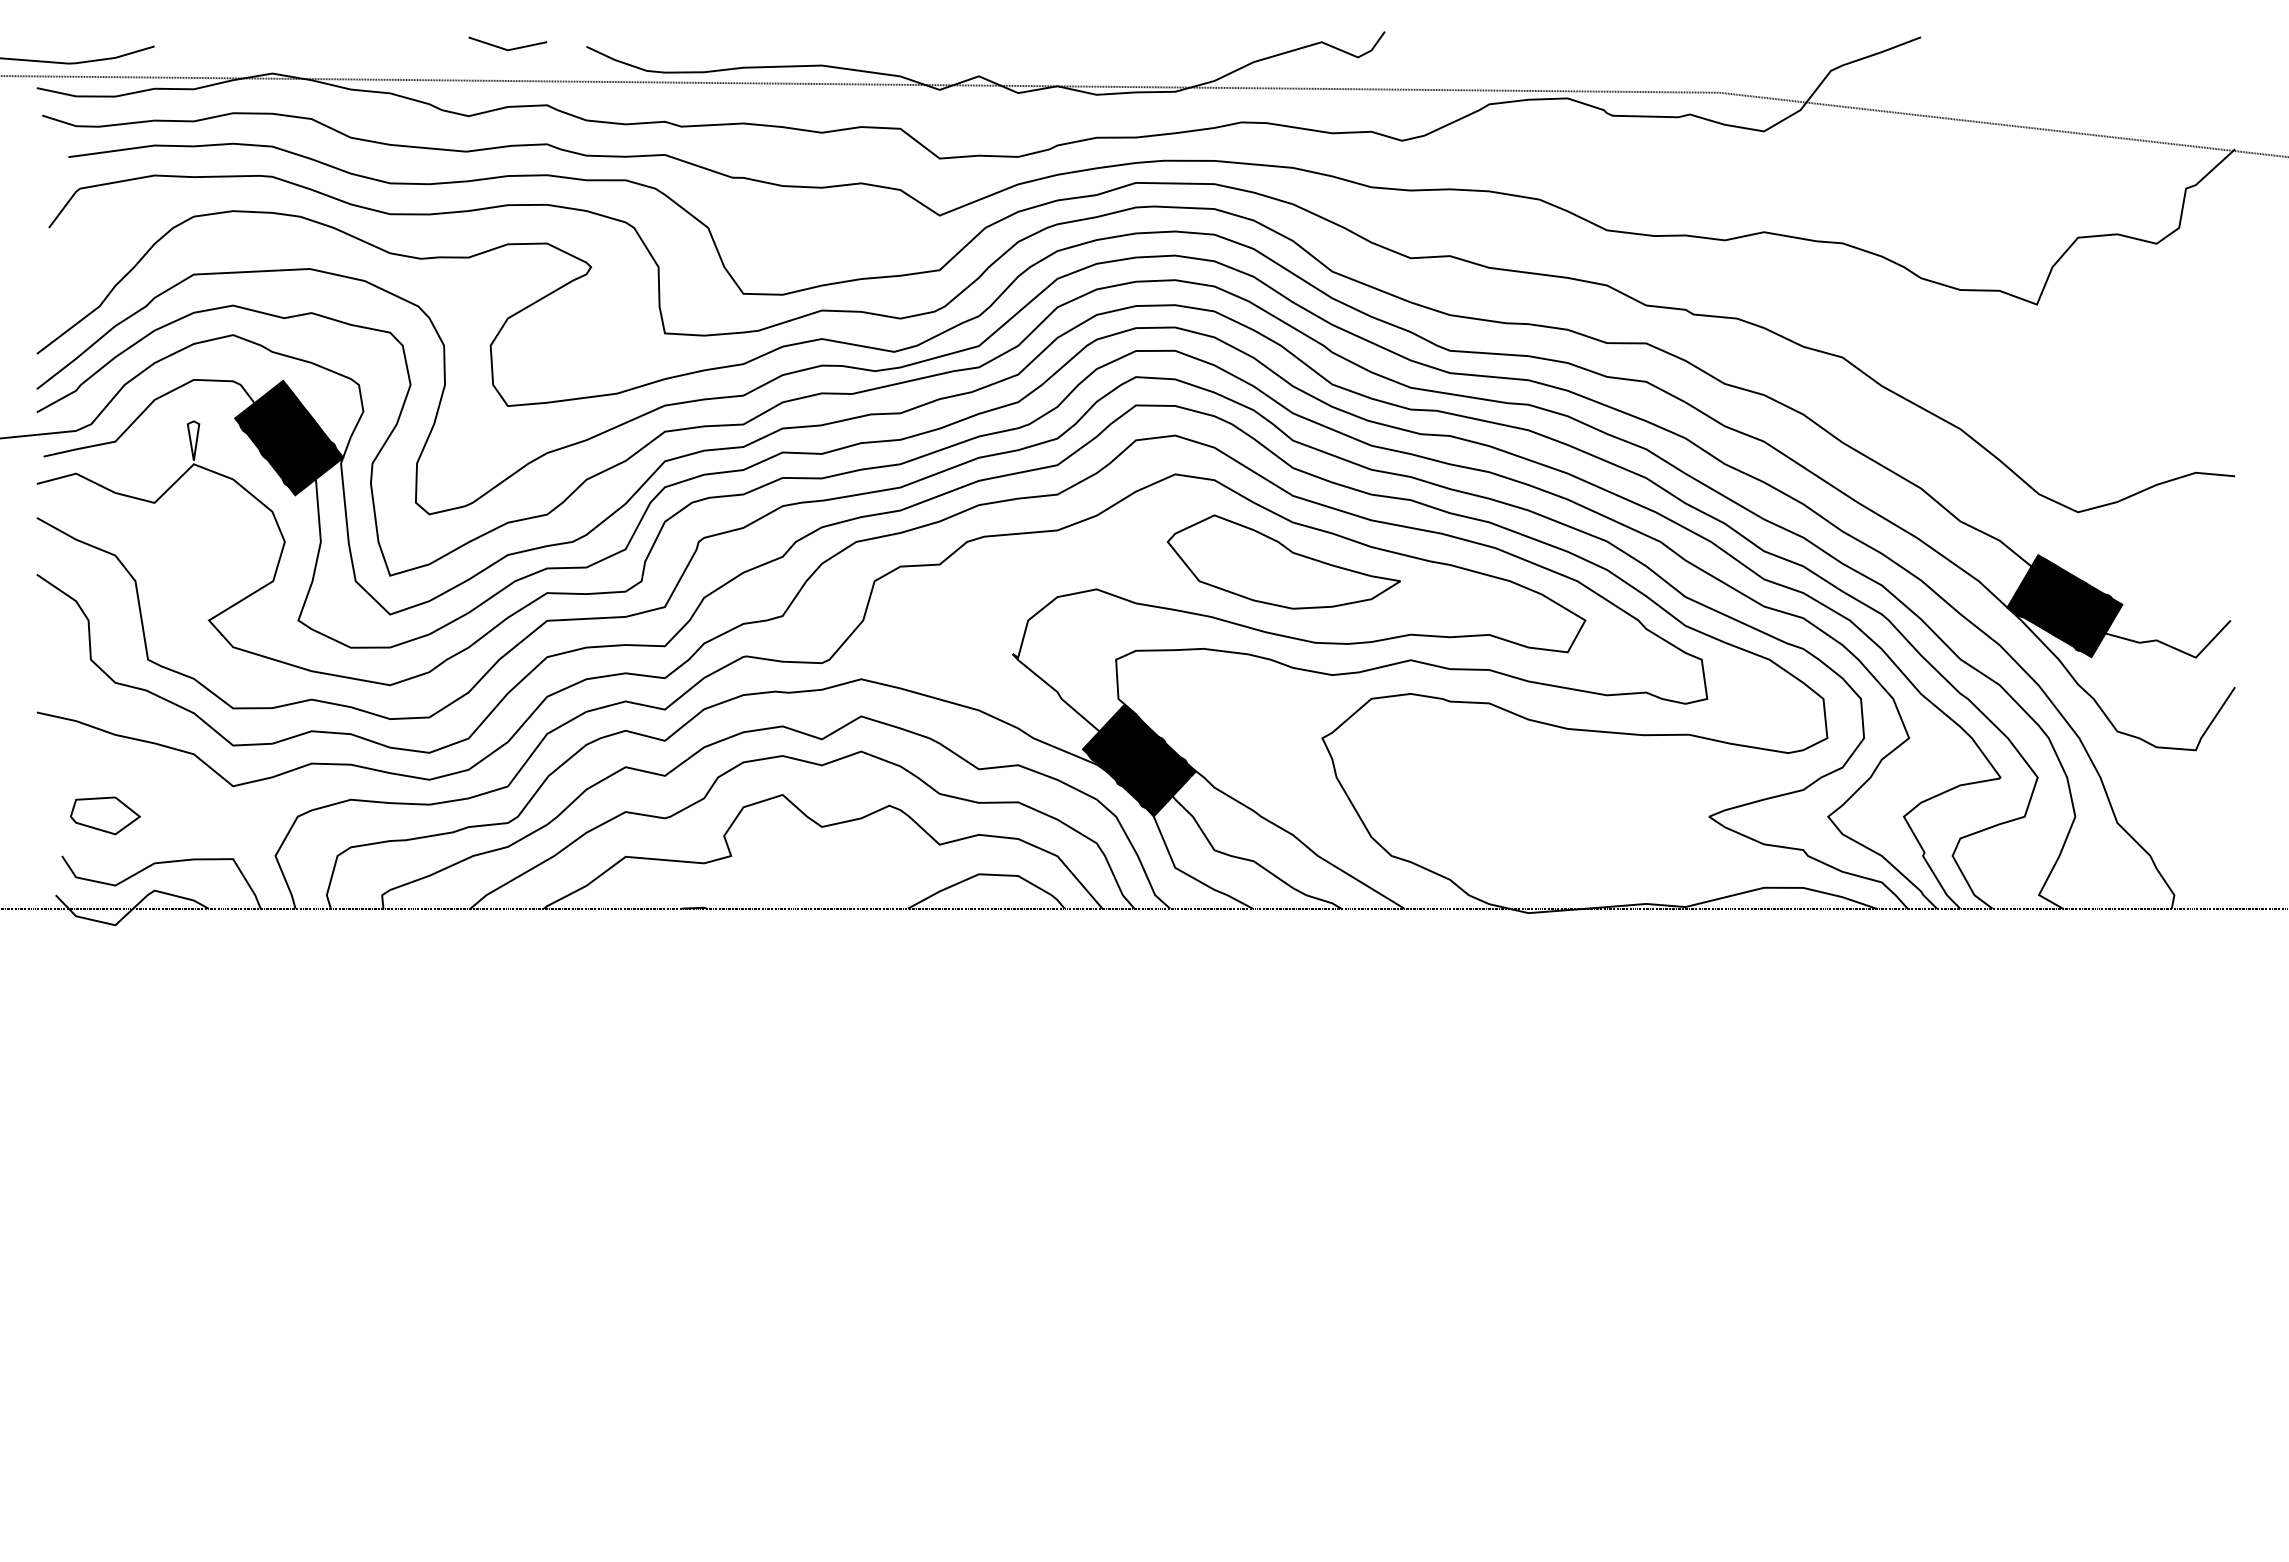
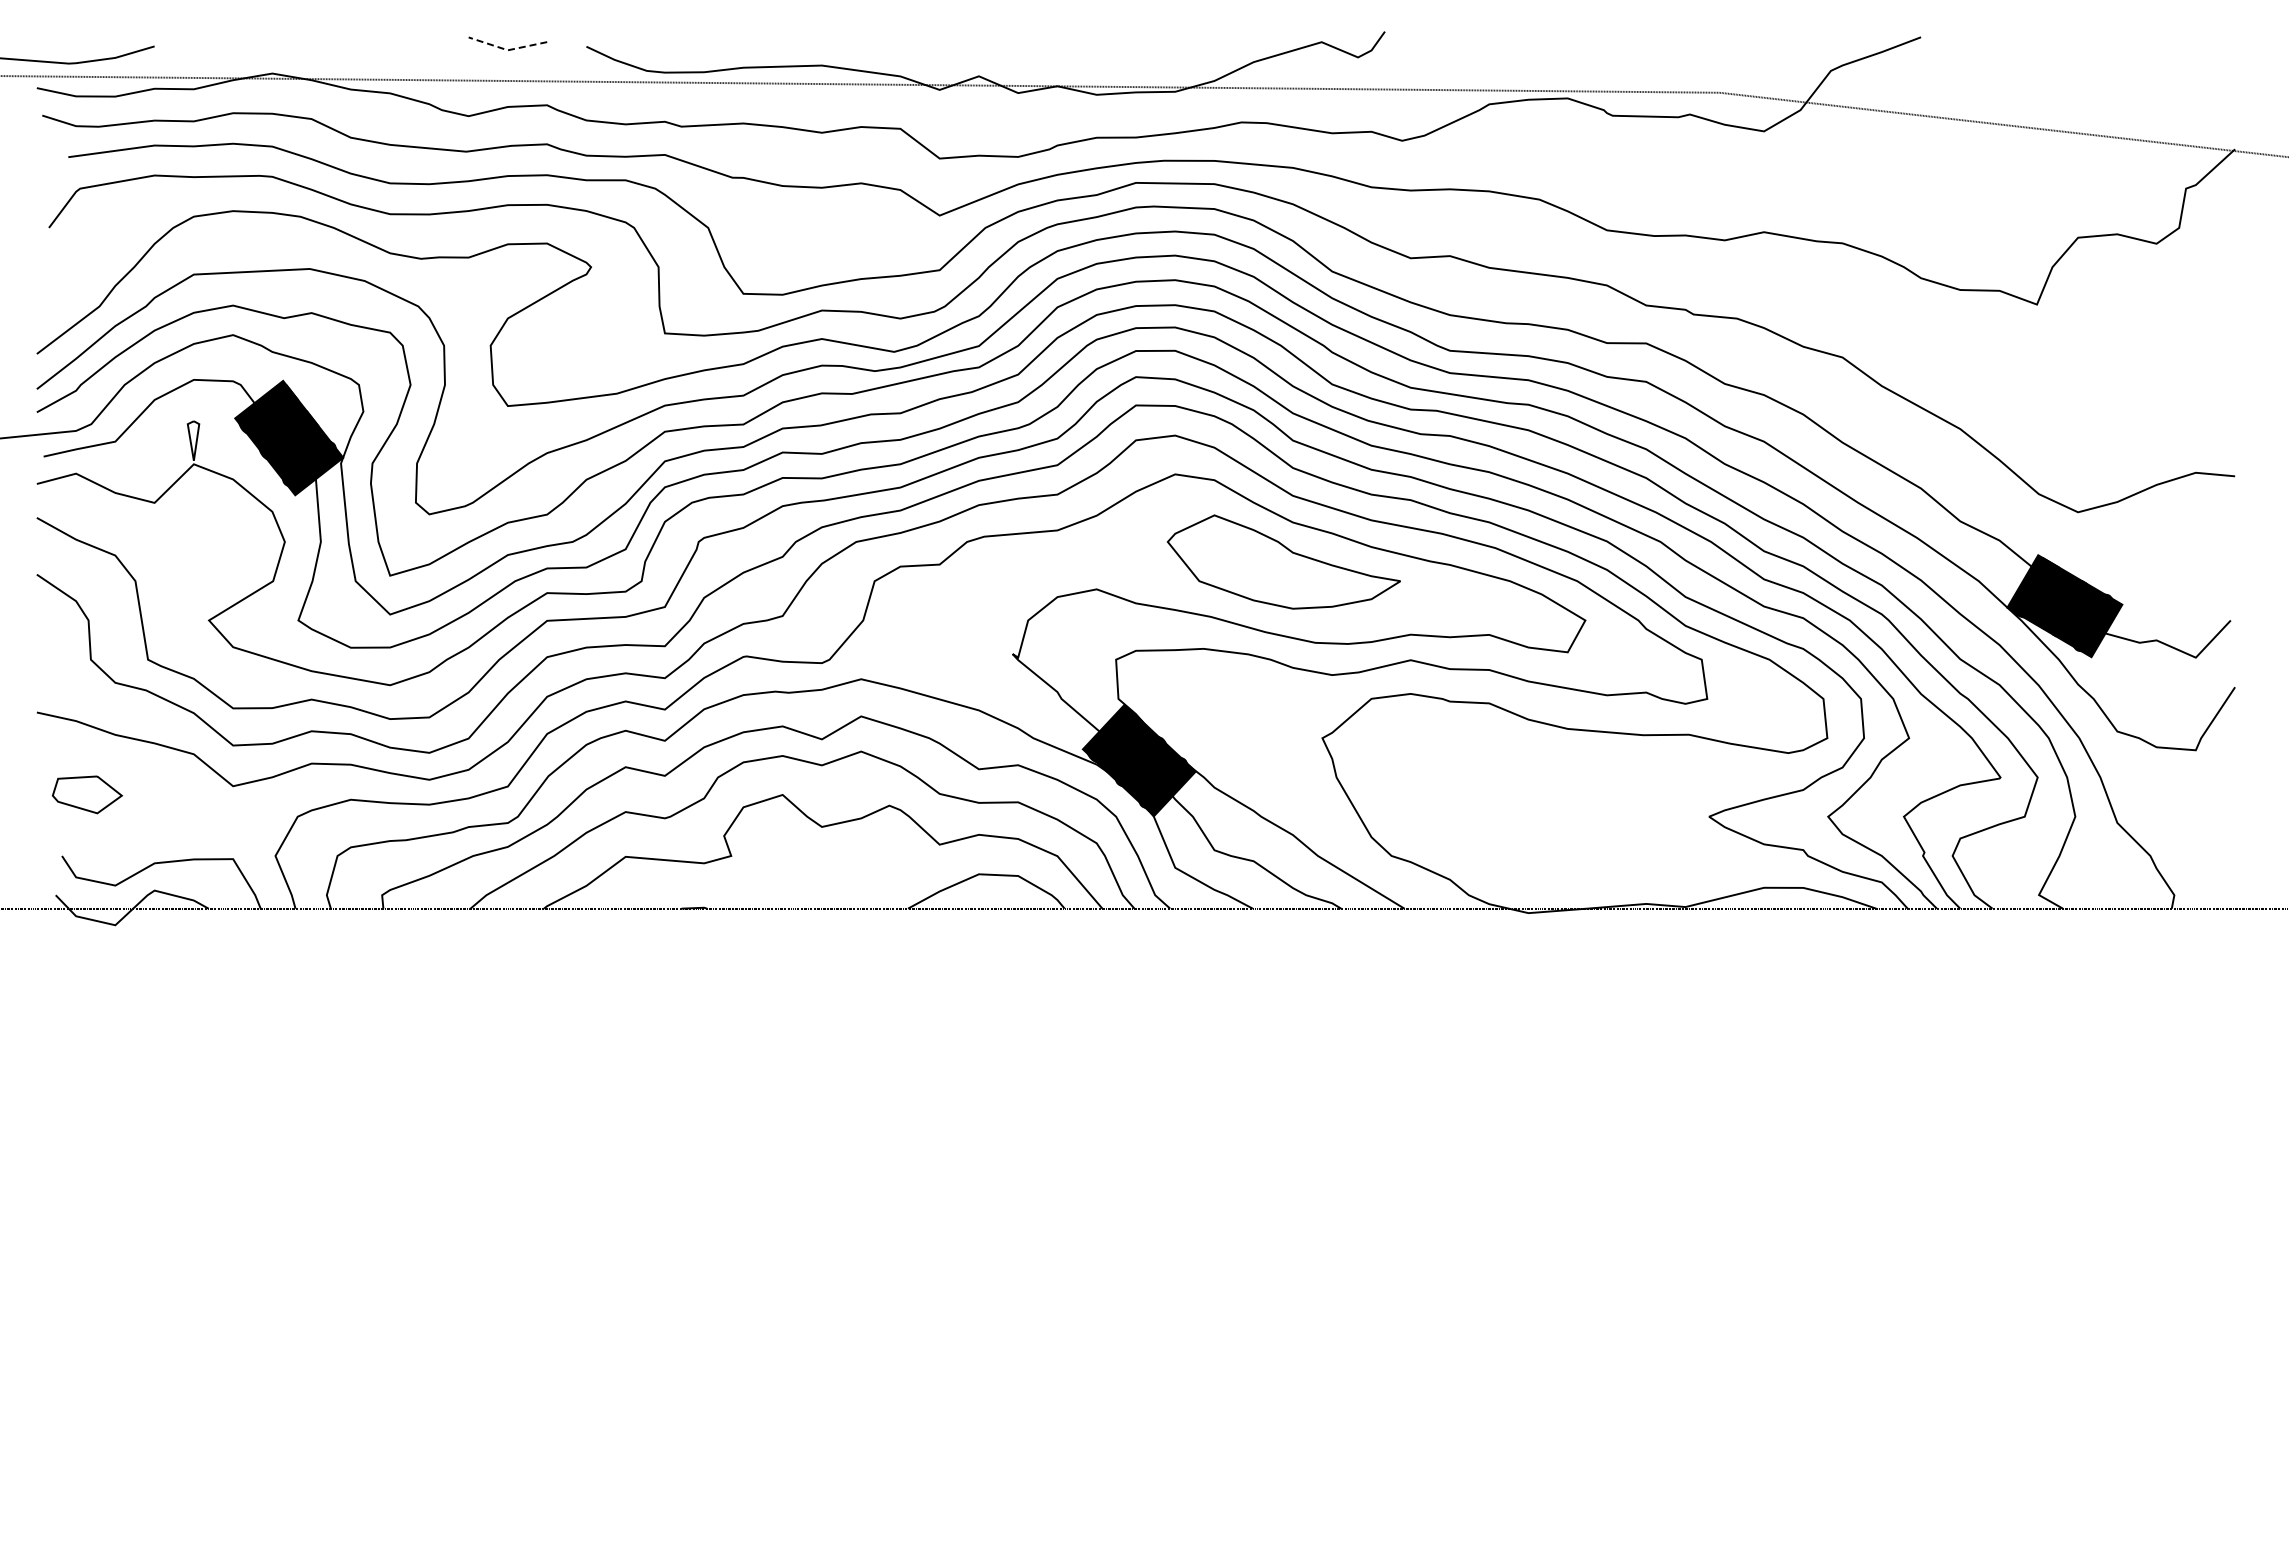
line at (507, 50): solid -> dashed
part at (105, 815) position: (105, 815) -> (87, 794)
